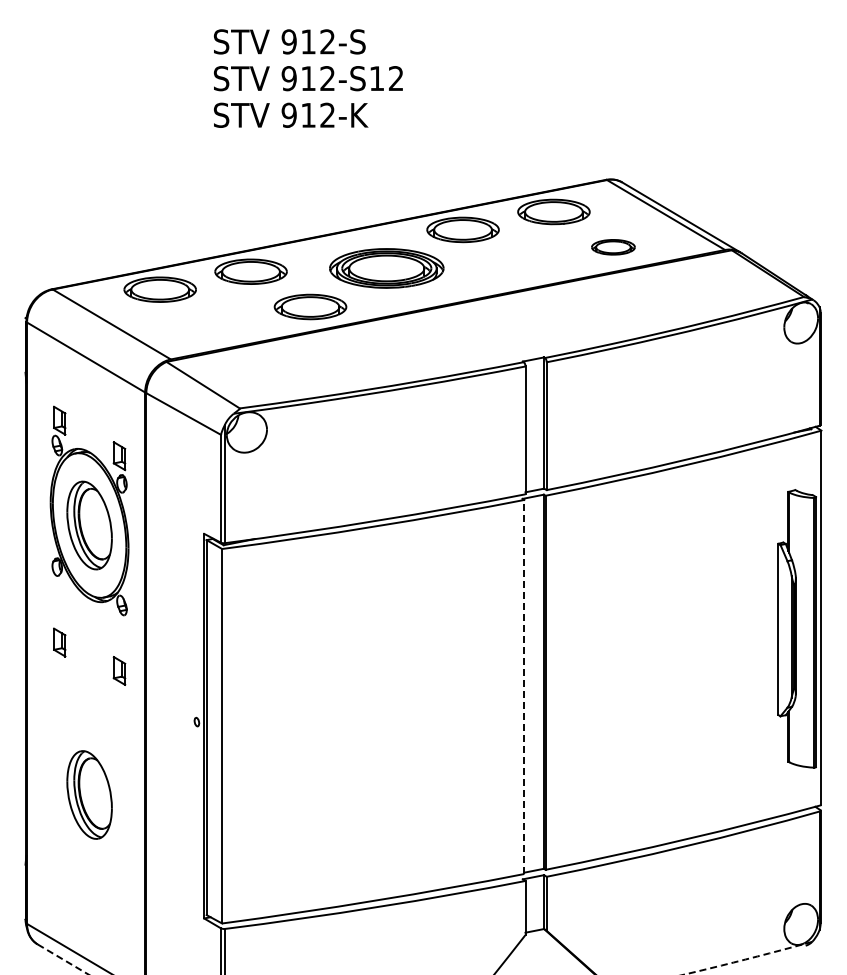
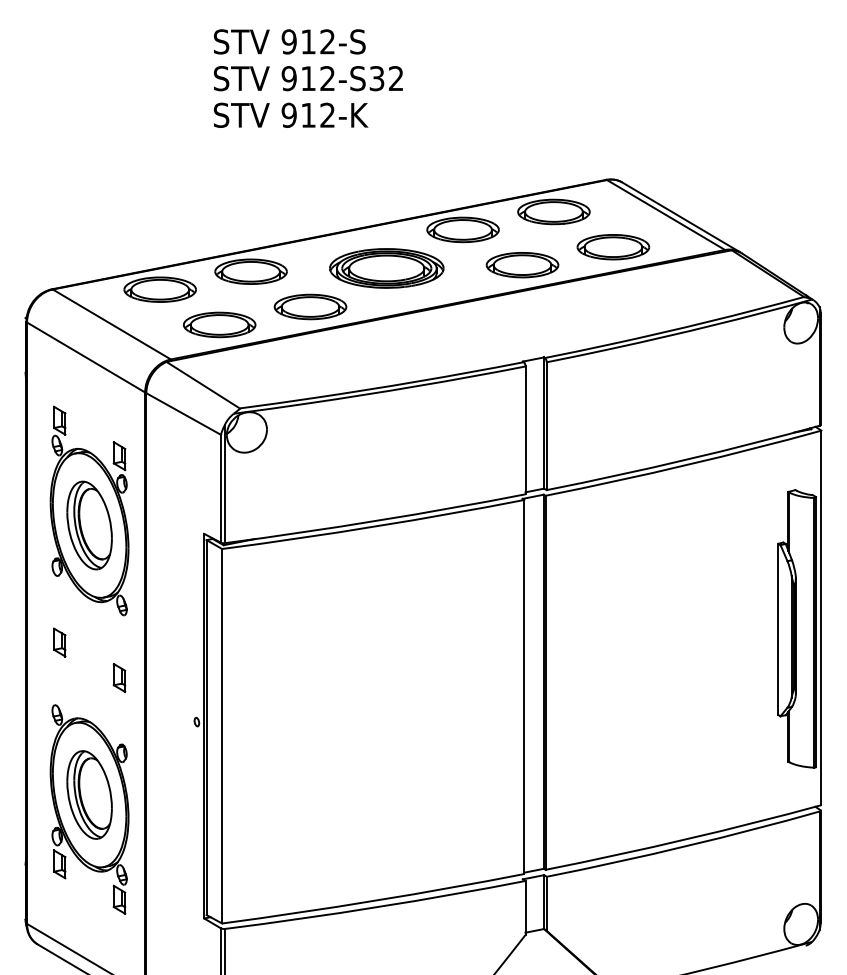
text at (376, 78): 912-S12 -> 912-S32
part at (613, 247) size: 45x17 px -> 75x27 px
part at (522, 265): none -> present
part at (219, 324): none -> present
part at (119, 670) position: (119, 670) -> (119, 677)
line at (524, 686): dashed -> solid
part at (89, 809): none -> present
line at (63, 959): dashed -> solid
arc at (744, 959): dashed -> solid
